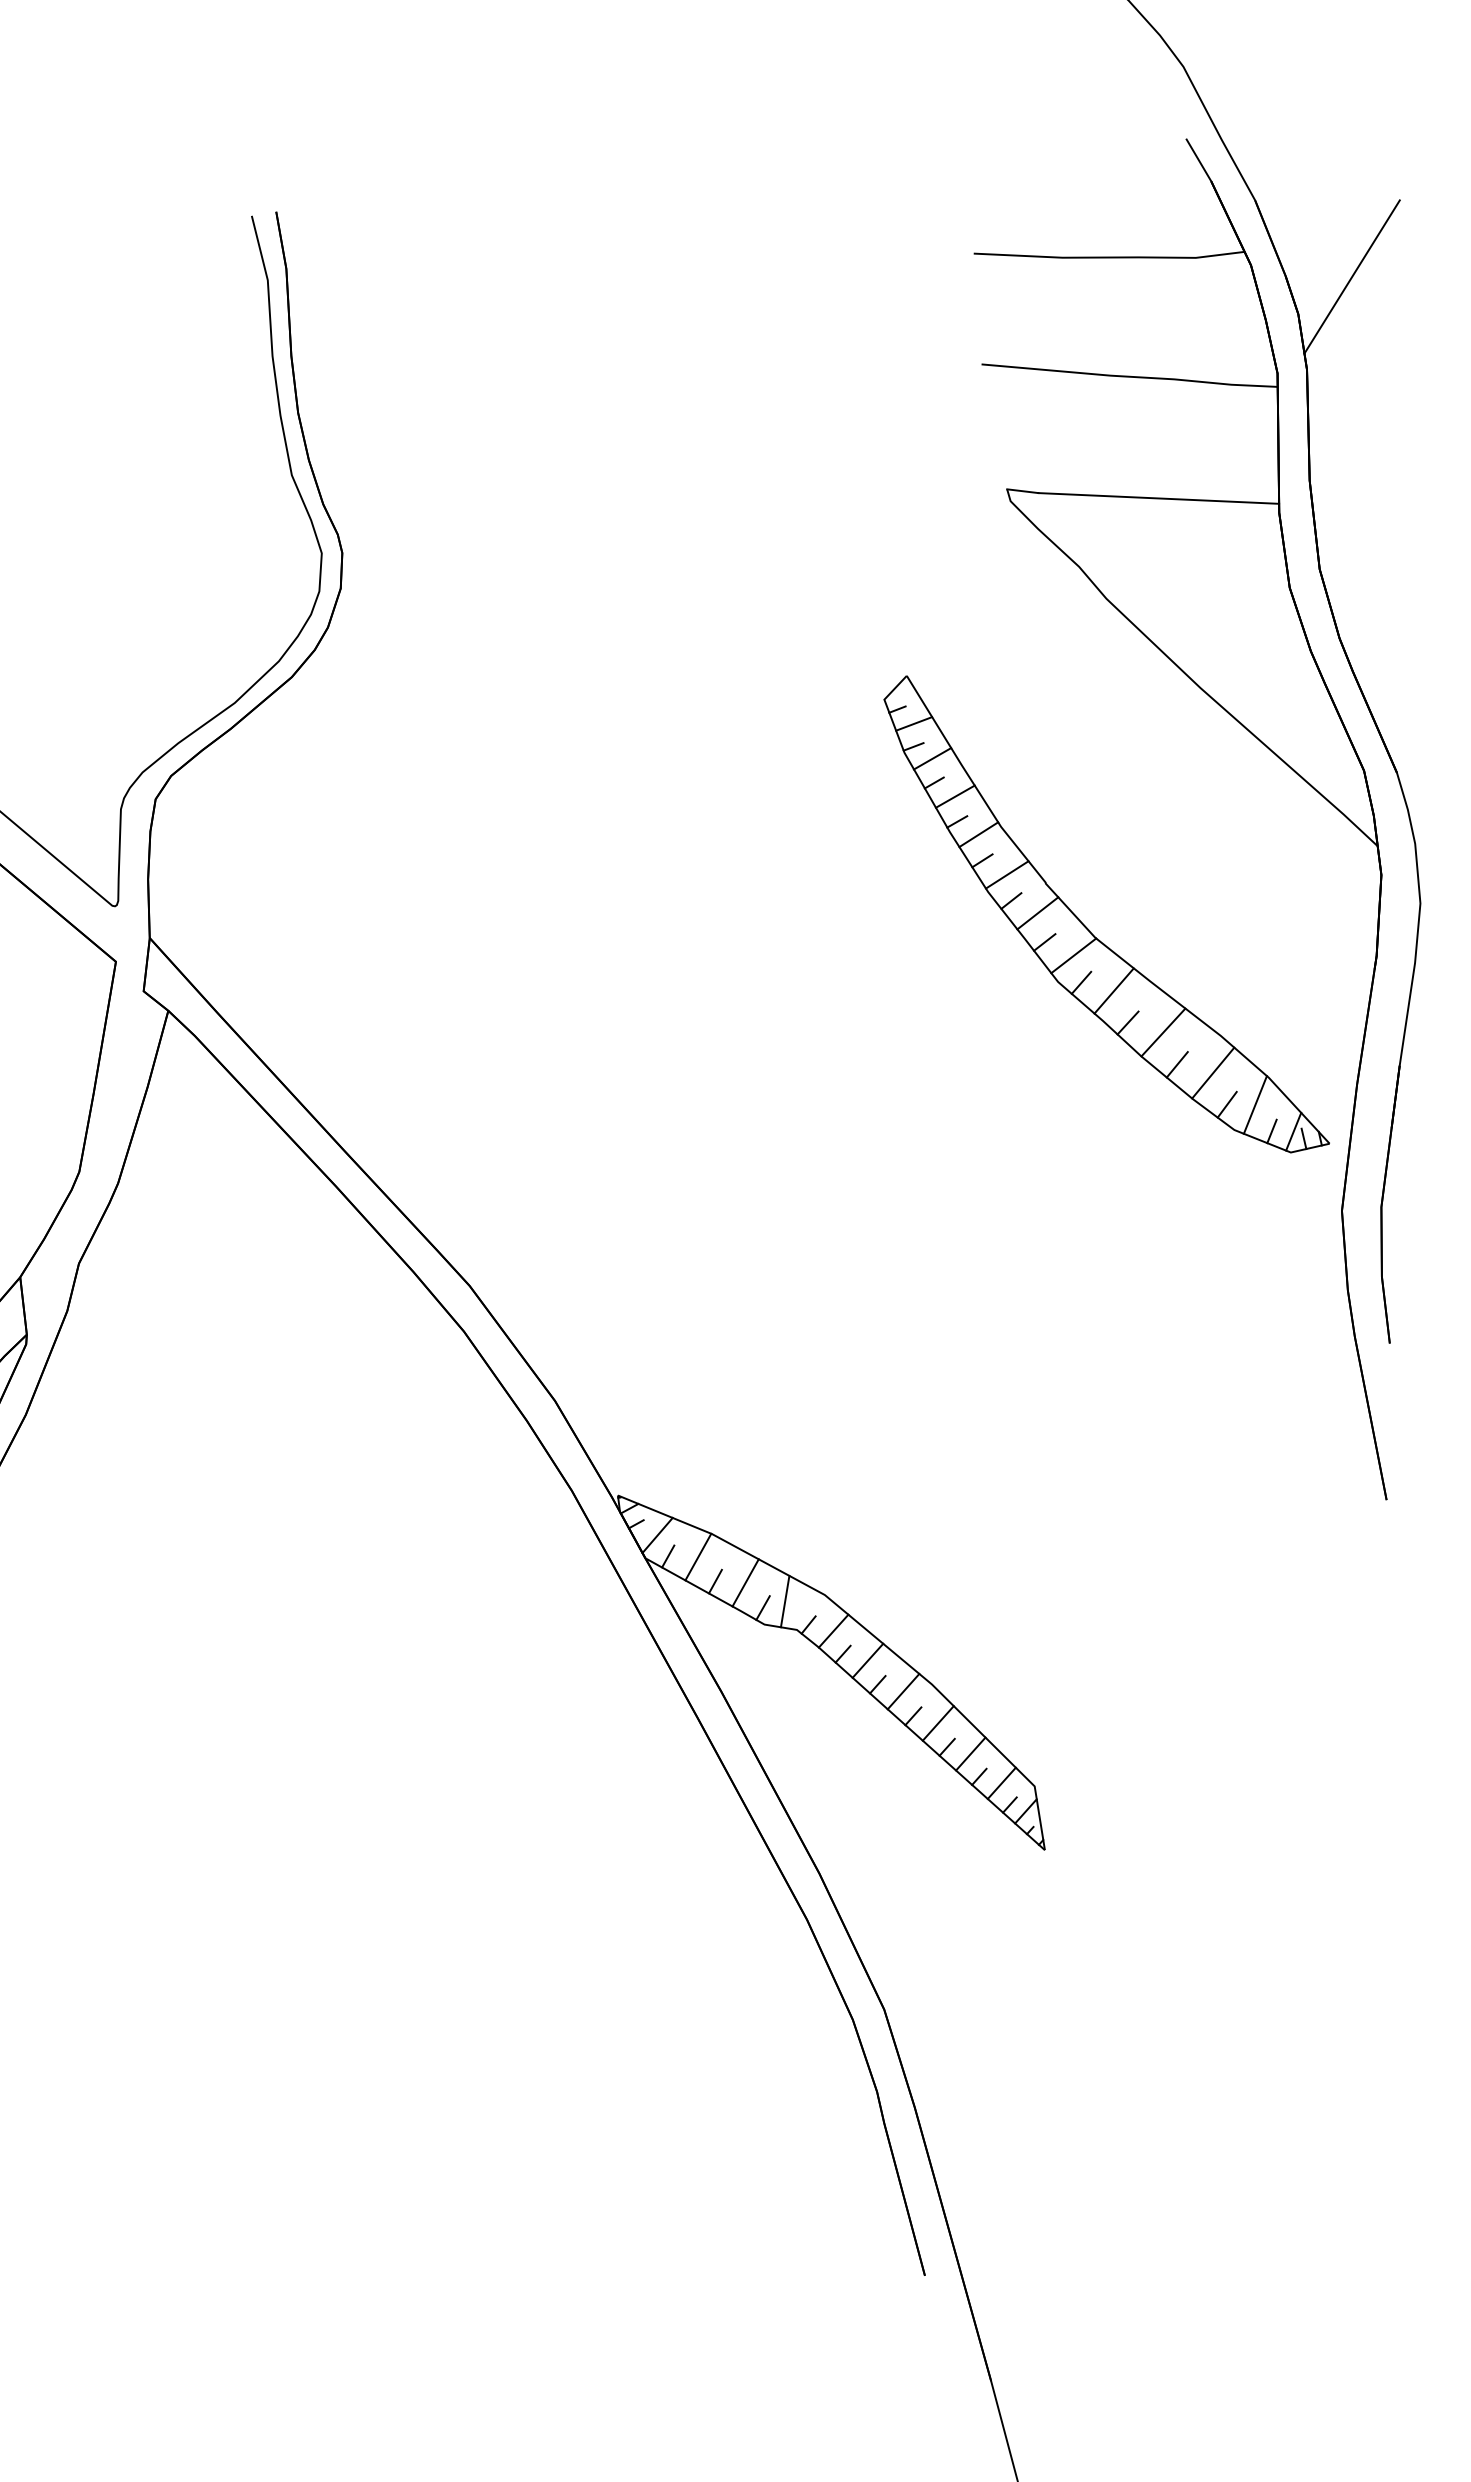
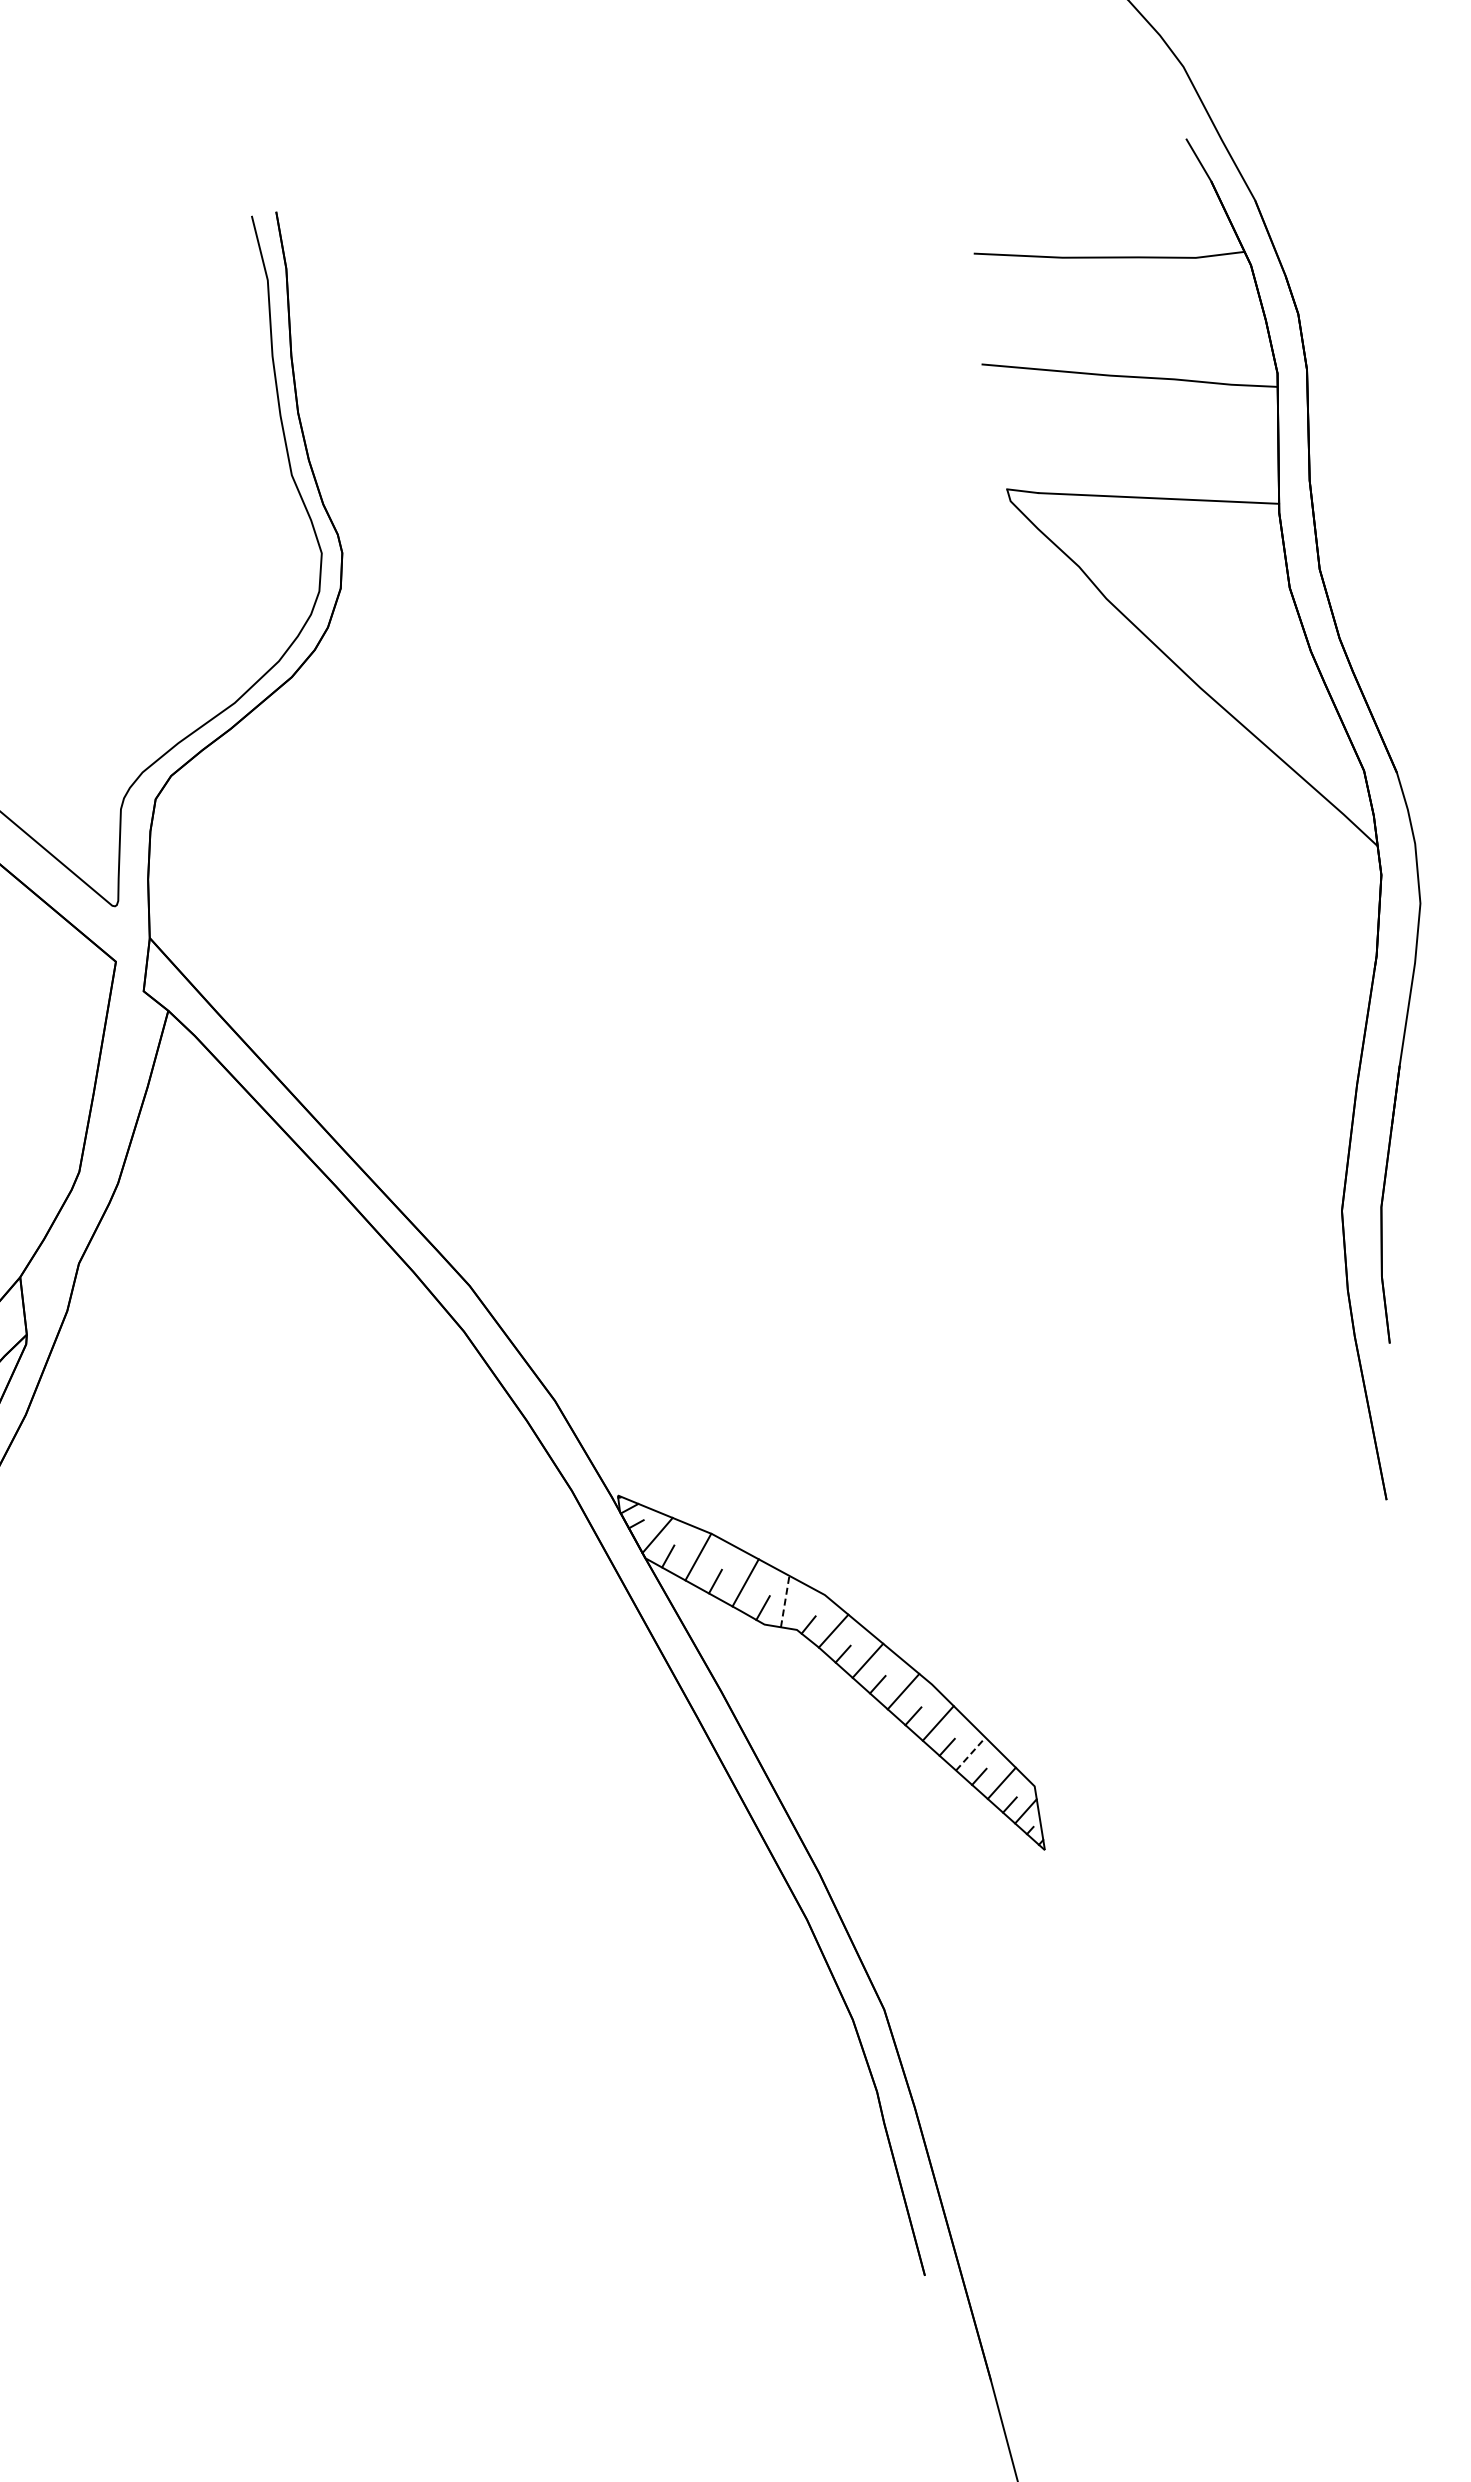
line at (1351, 276): present -> none
part at (1089, 929): present -> none
line at (785, 1601): solid -> dashed
line at (971, 1753): solid -> dashed
